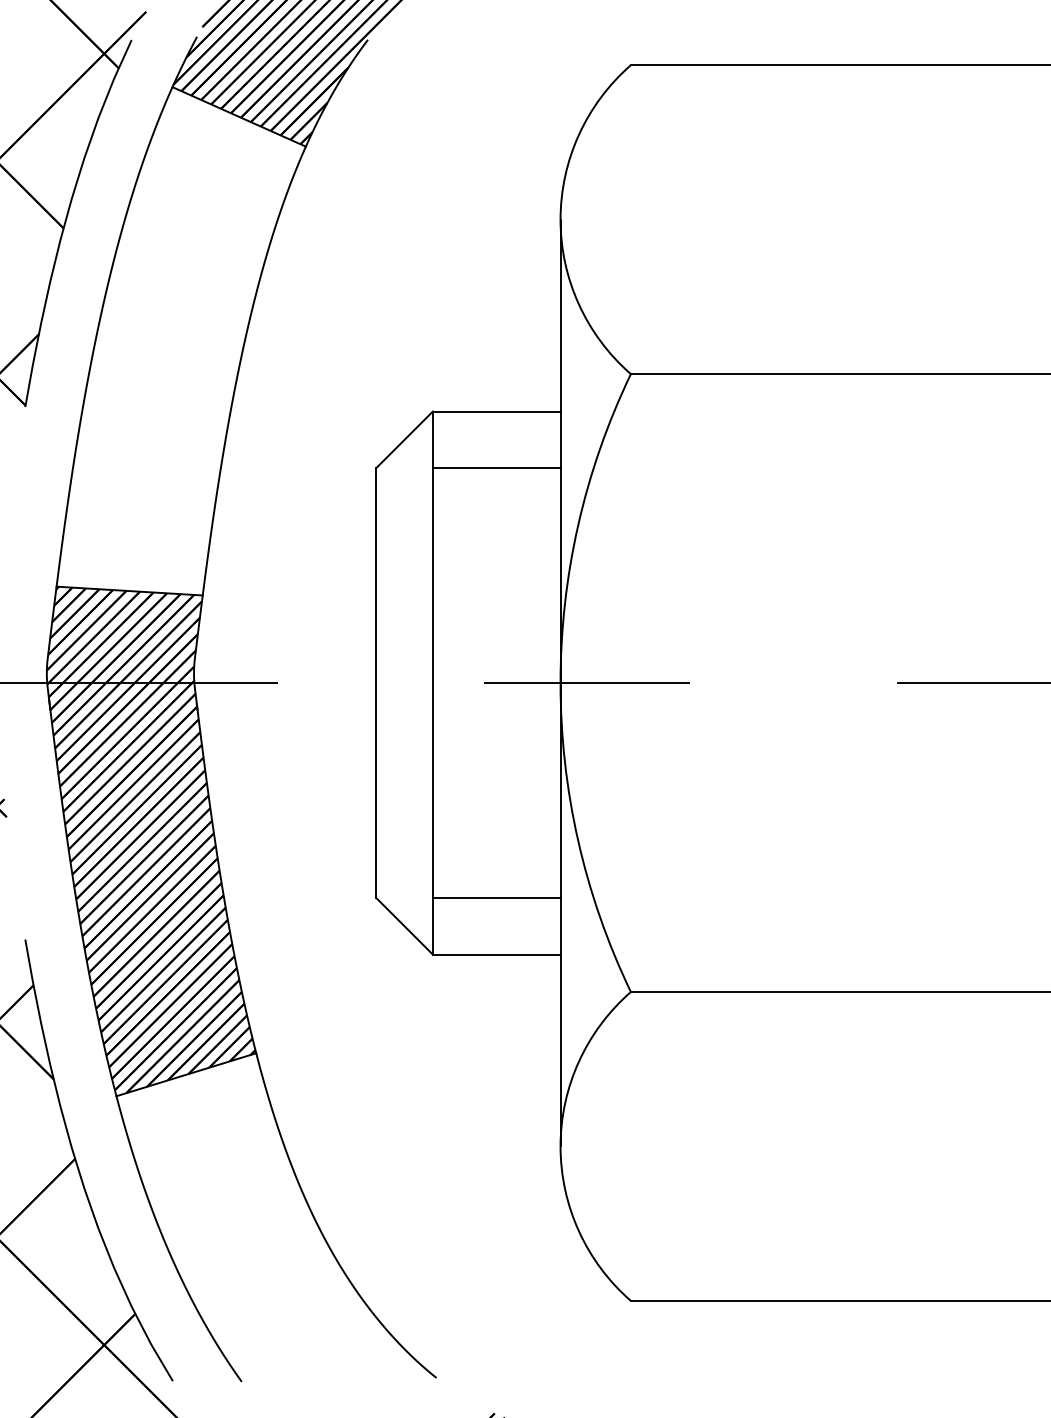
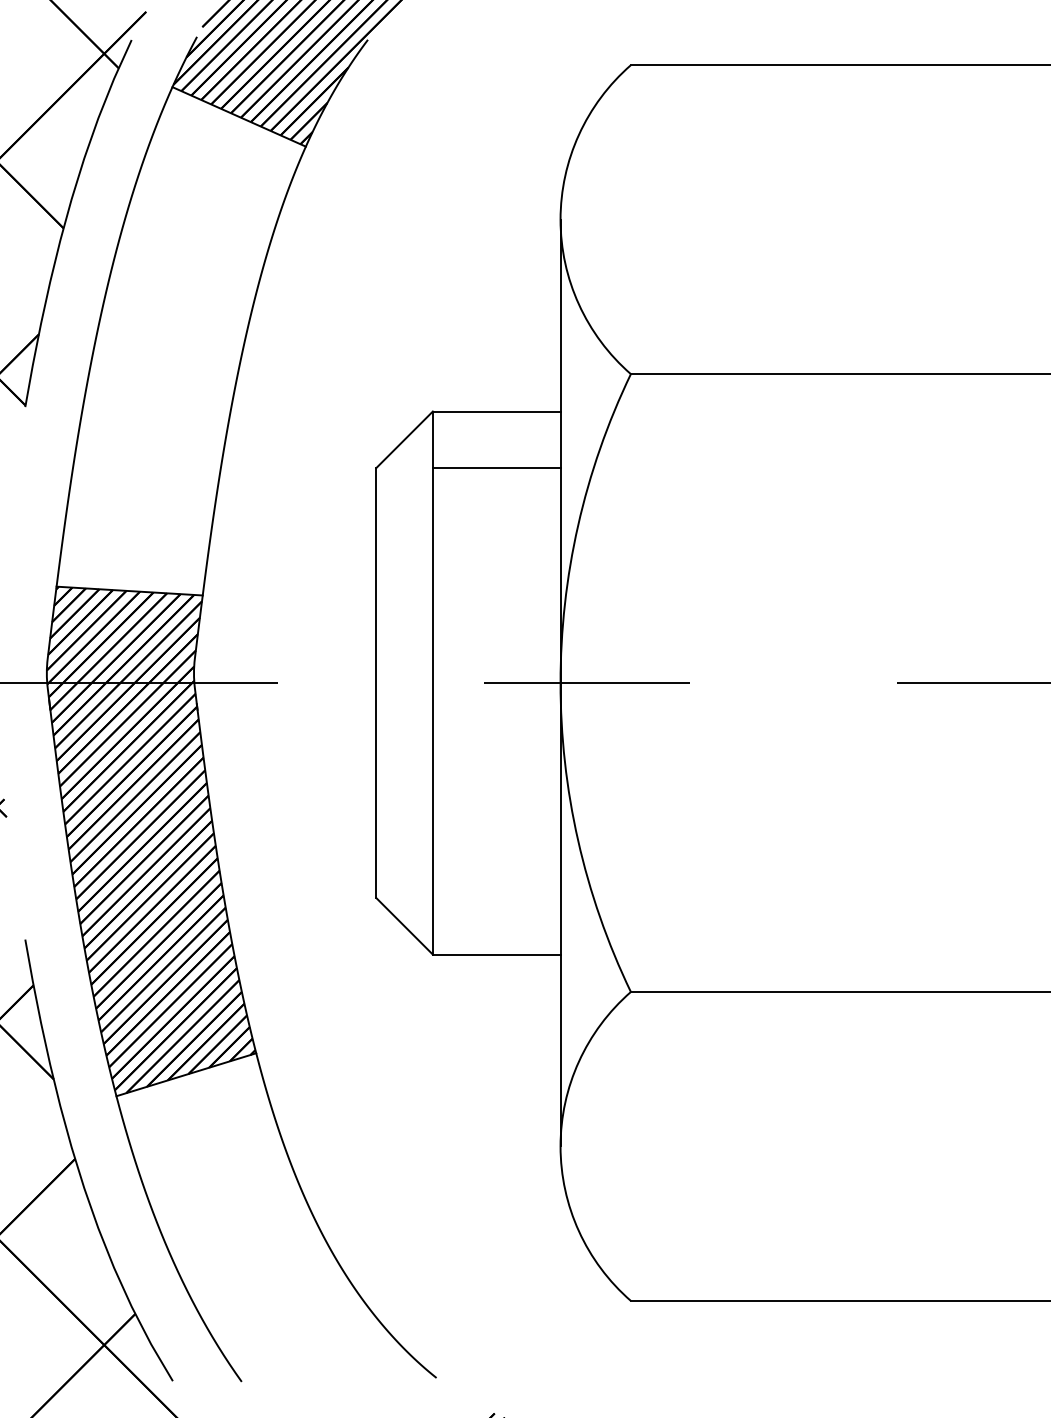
line at (496, 898): present -> none
